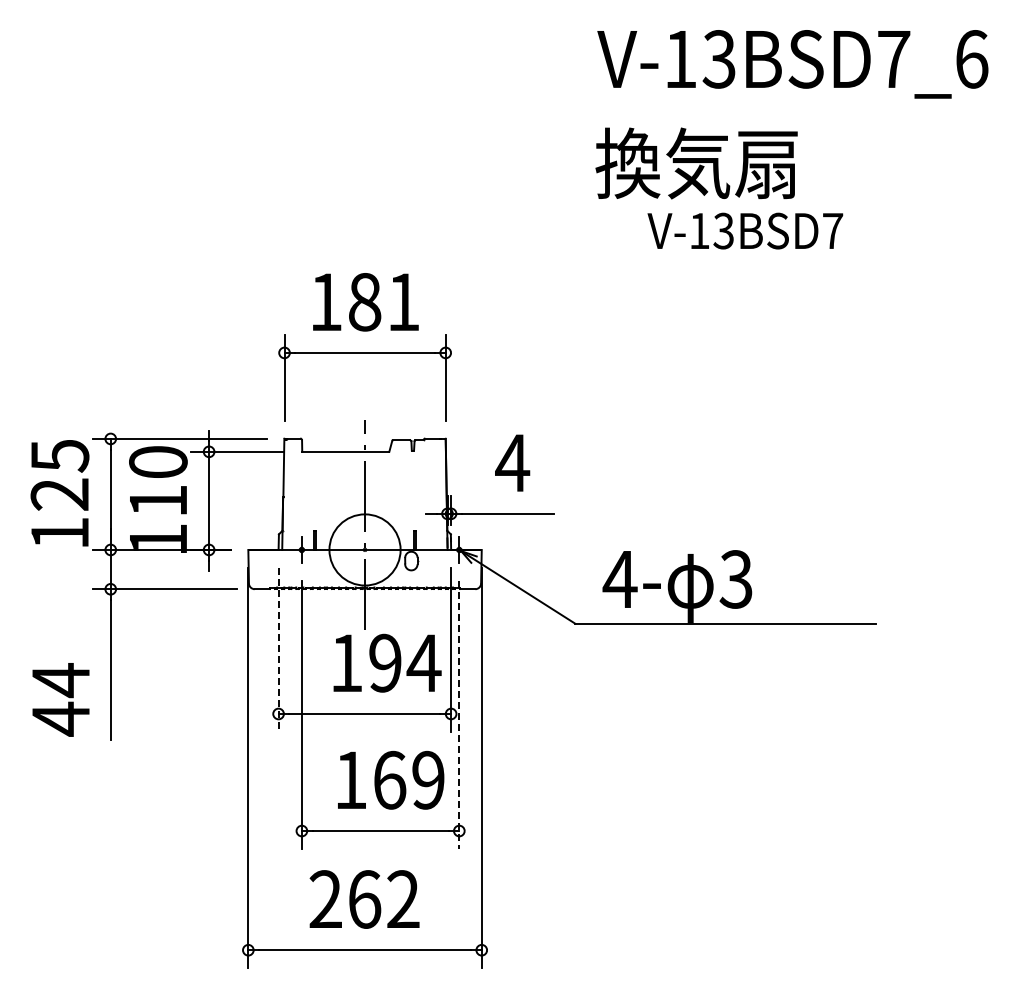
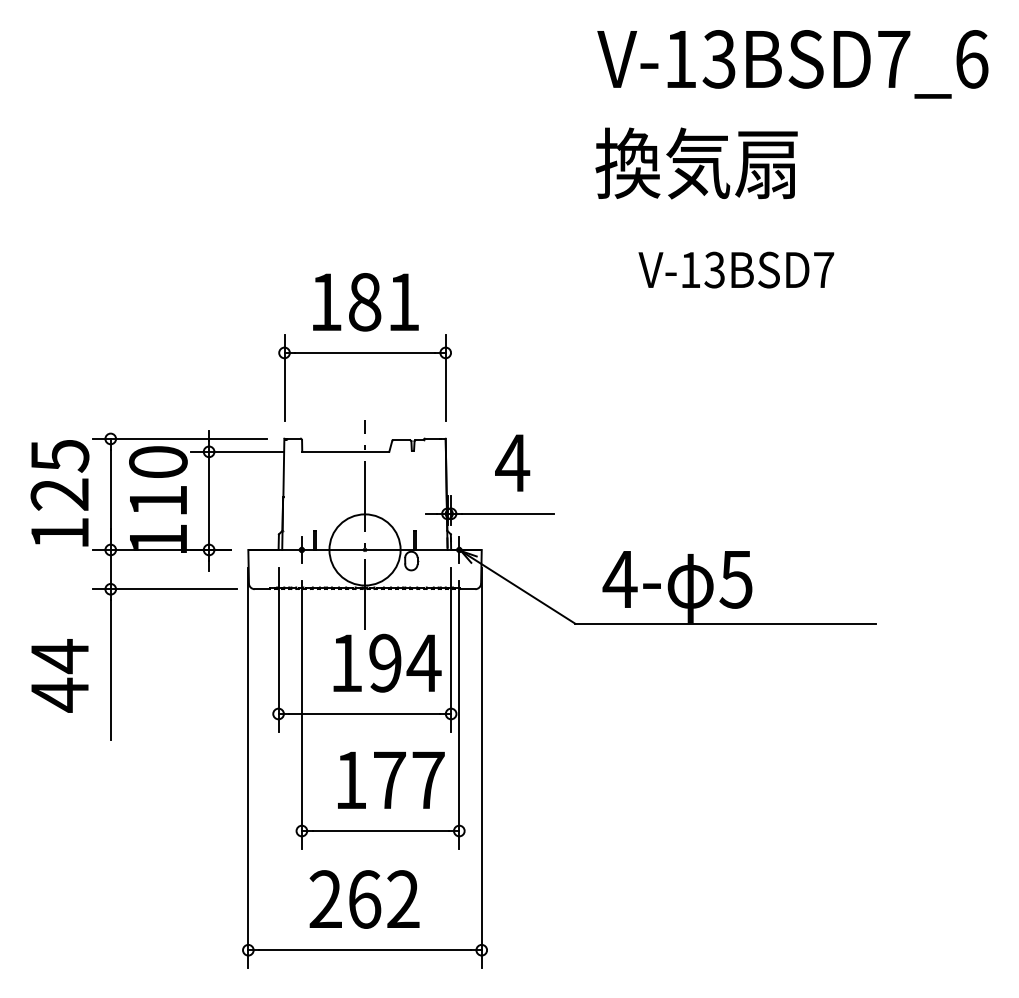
text at (745, 230) position: (745, 230) -> (736, 269)
text at (735, 579): 3 -> 5
line at (278, 650): dashed -> solid
text at (60, 699) position: (60, 699) -> (59, 675)
line at (459, 714): dashed -> solid
text at (409, 779): 169 -> 177
